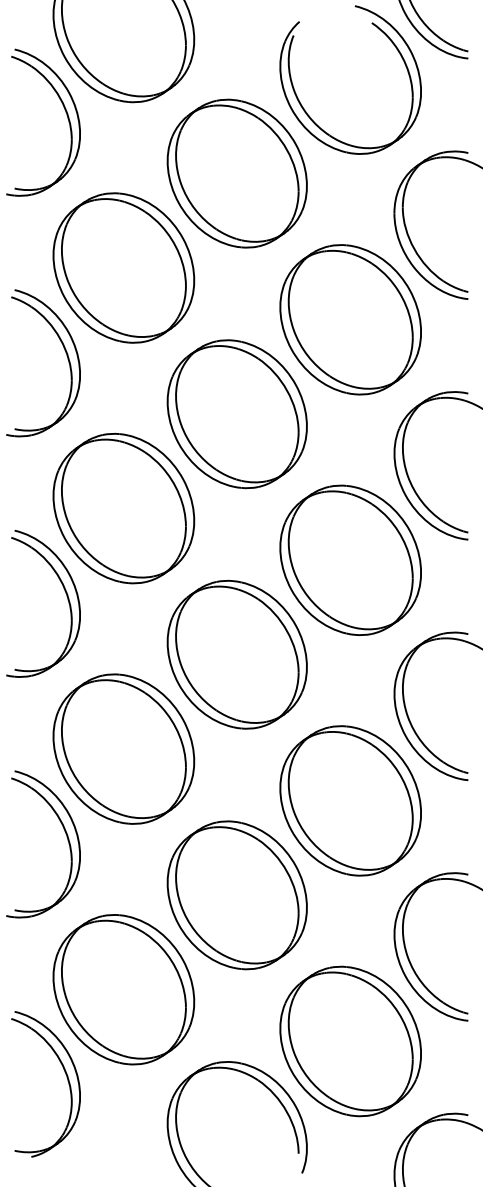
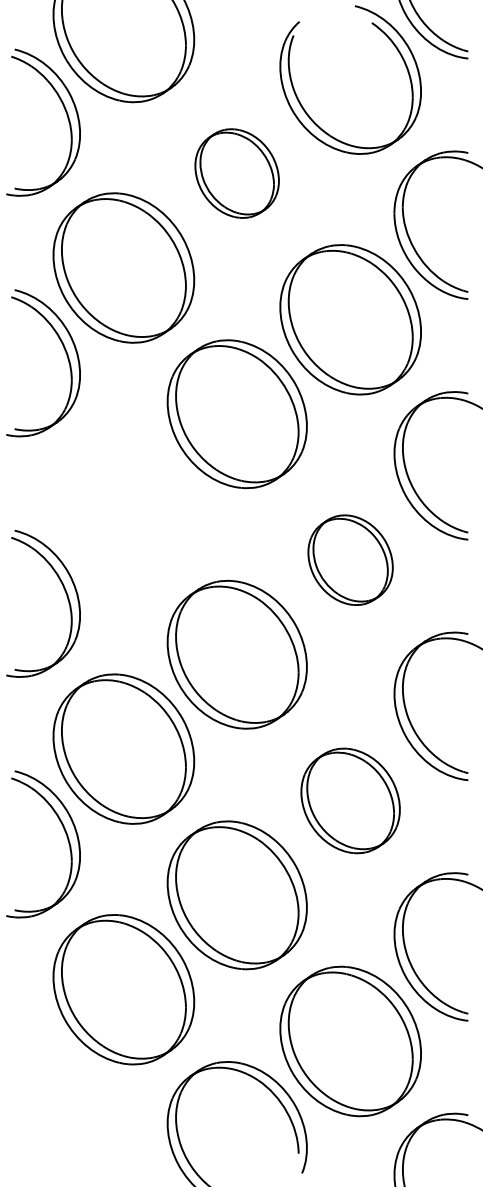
part at (236, 173) size: 142x151 px -> 86x91 px
part at (123, 508): present -> none
part at (350, 559) size: 143x152 px -> 87x92 px
part at (350, 800) size: 143x152 px -> 101x108 px
part at (66, 1077): present -> none
